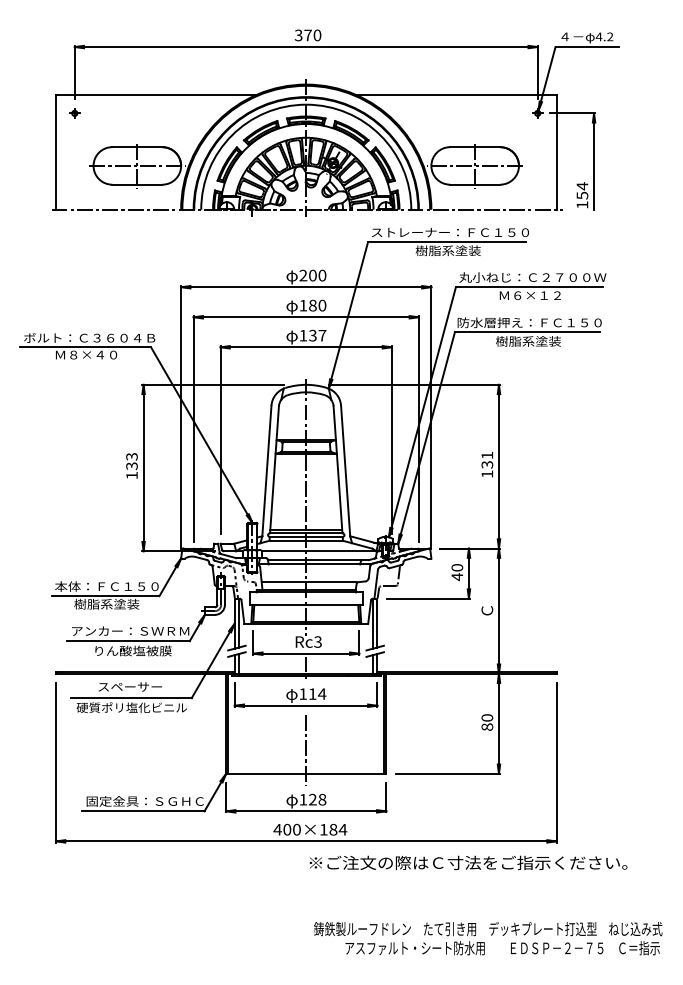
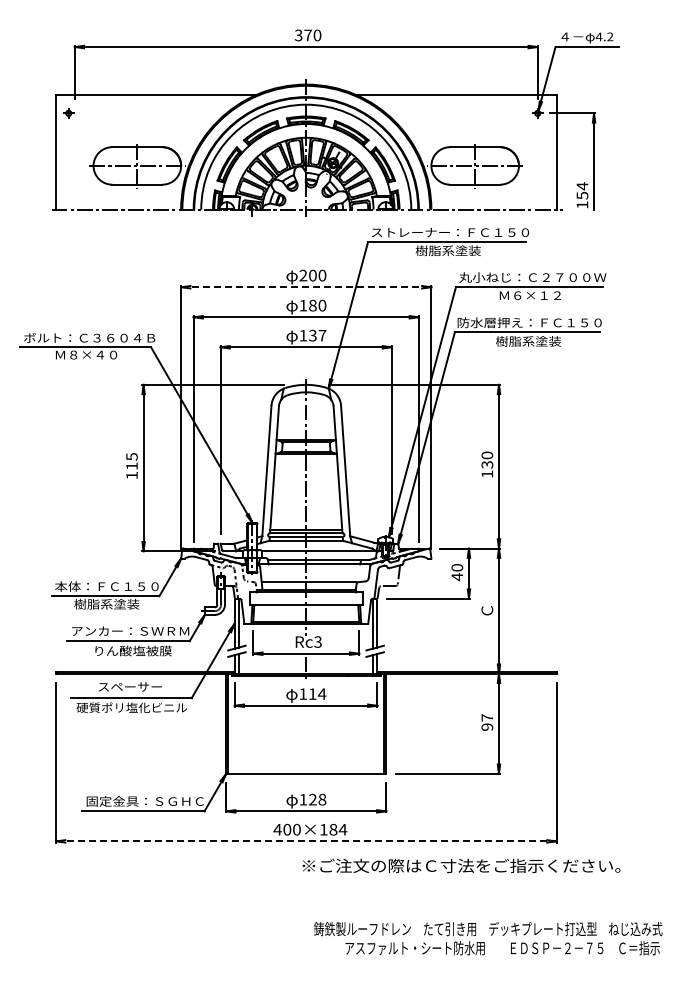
part at (74, 113) position: (74, 113) -> (68, 113)
line at (306, 287): solid -> dashed
text at (487, 455): 131 -> 130
text at (131, 461): 133 -> 115
text at (487, 722): 80 -> 97
line at (306, 749): present -> none
line at (306, 841): solid -> dashed
text at (468, 862) position: (468, 862) -> (461, 865)
